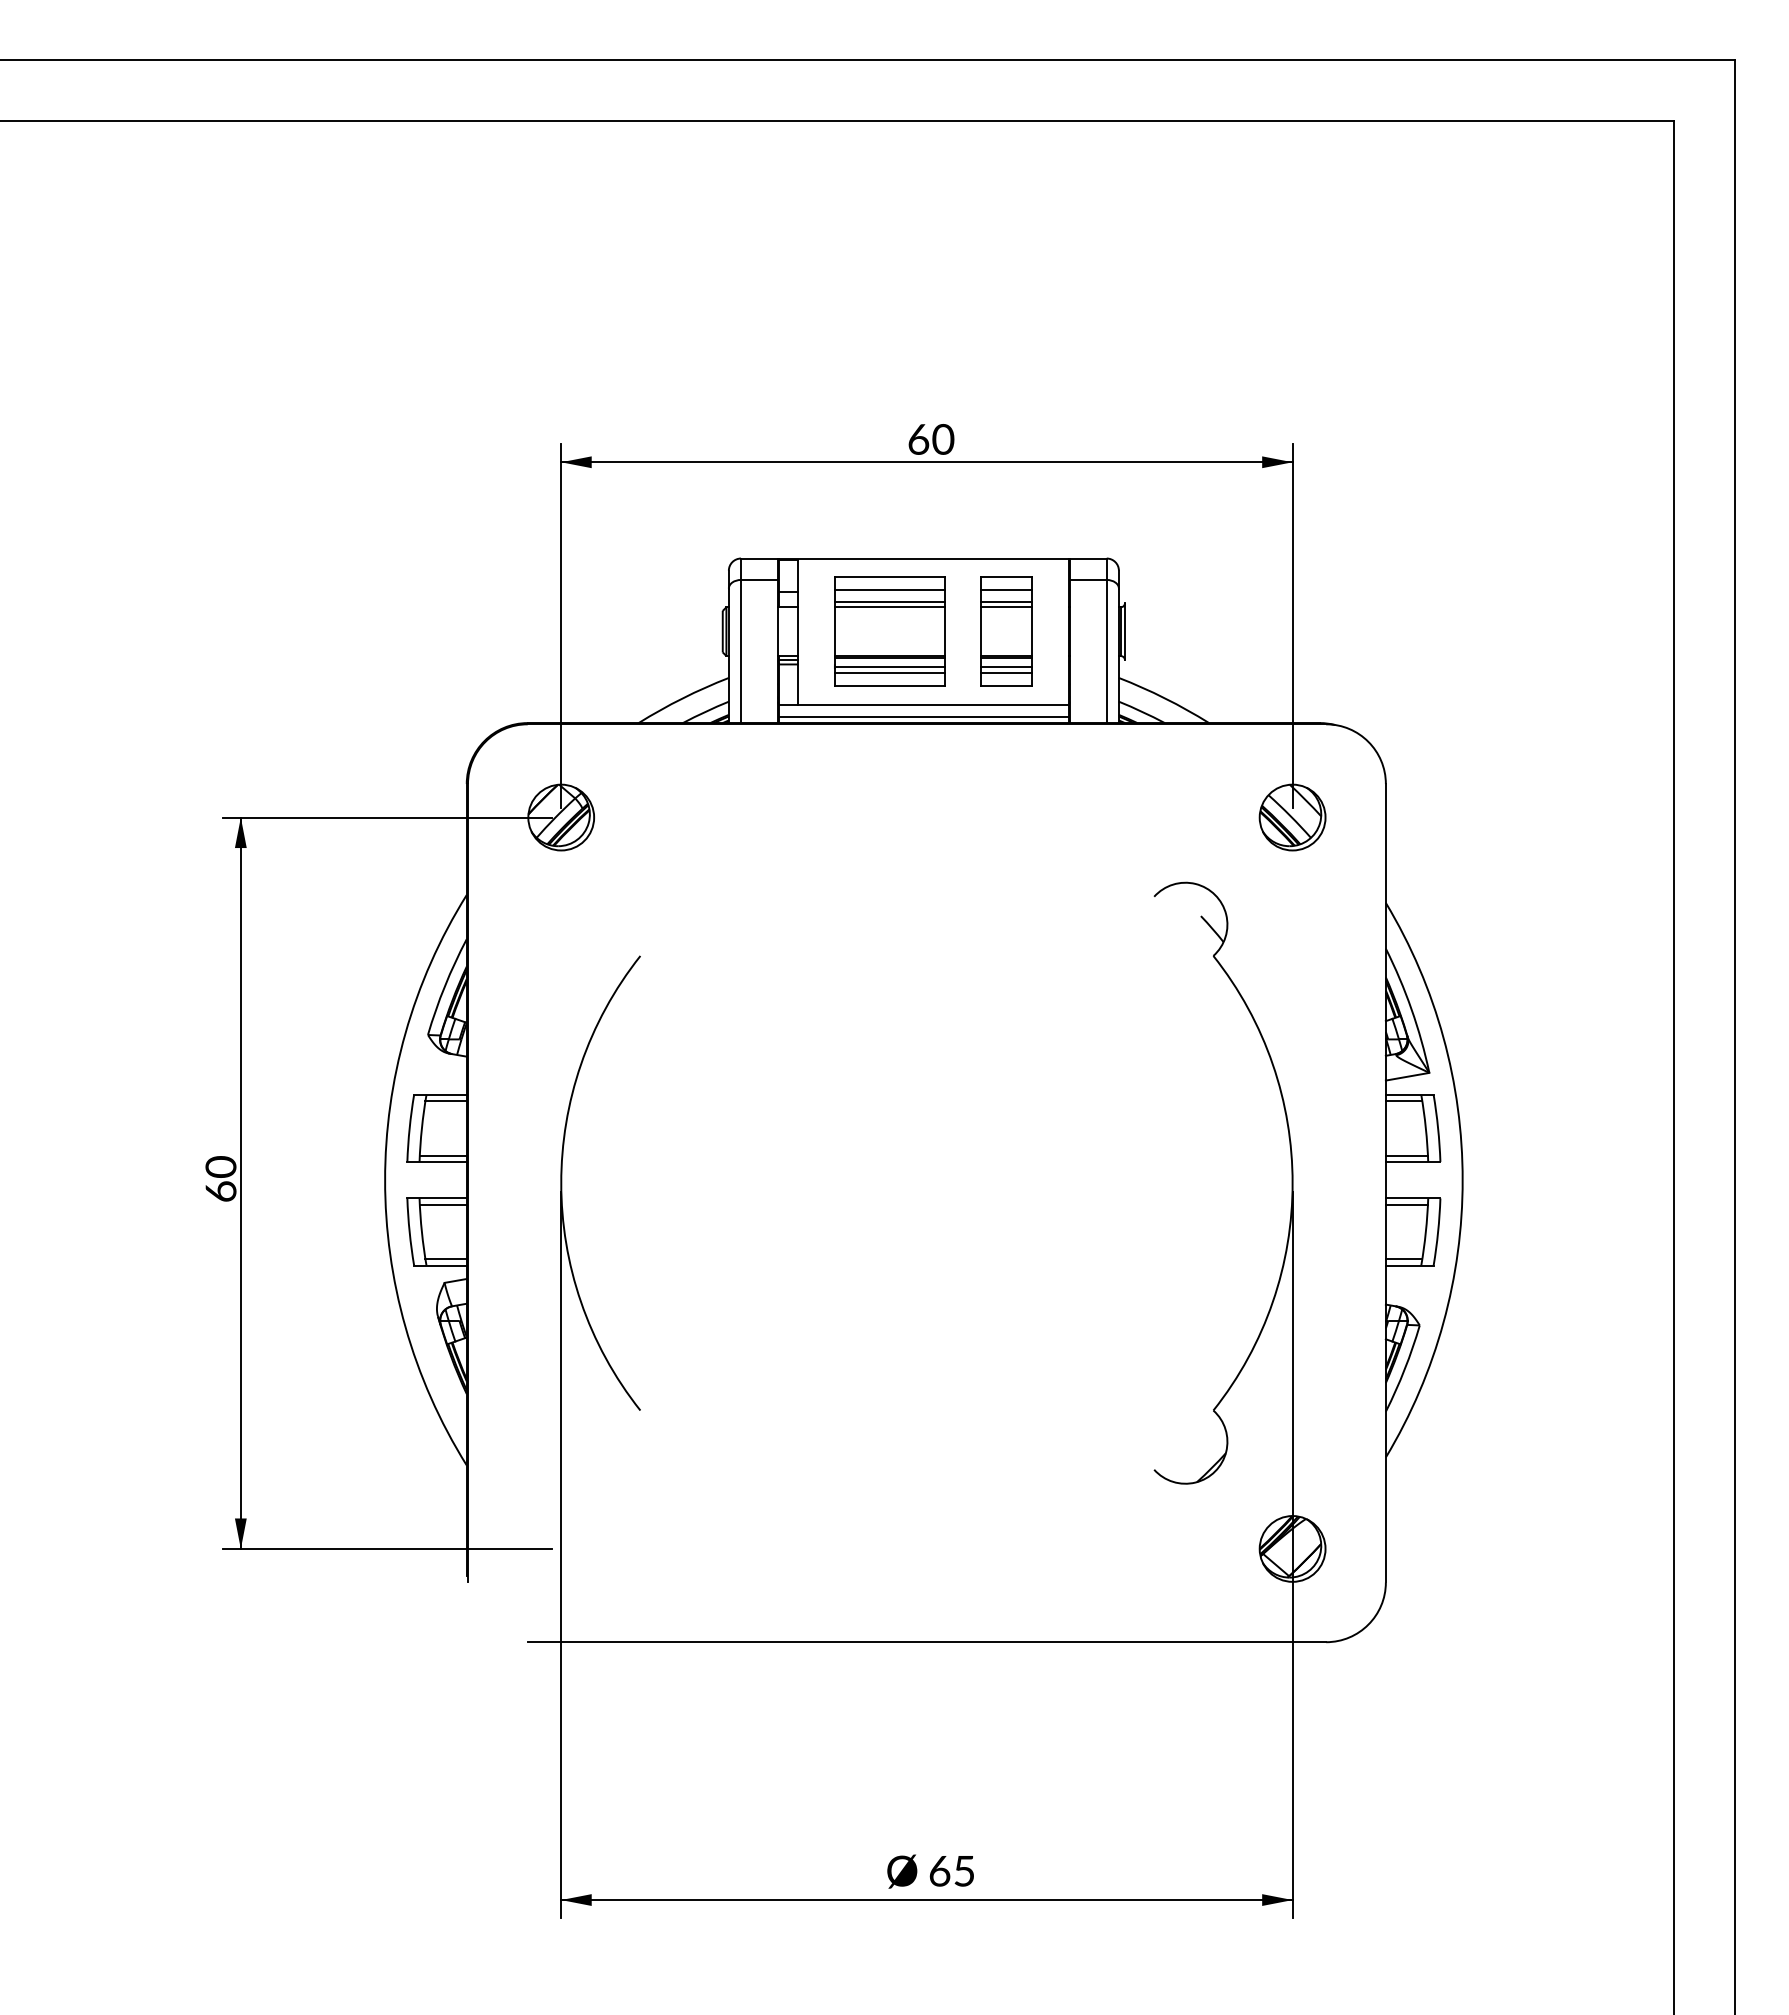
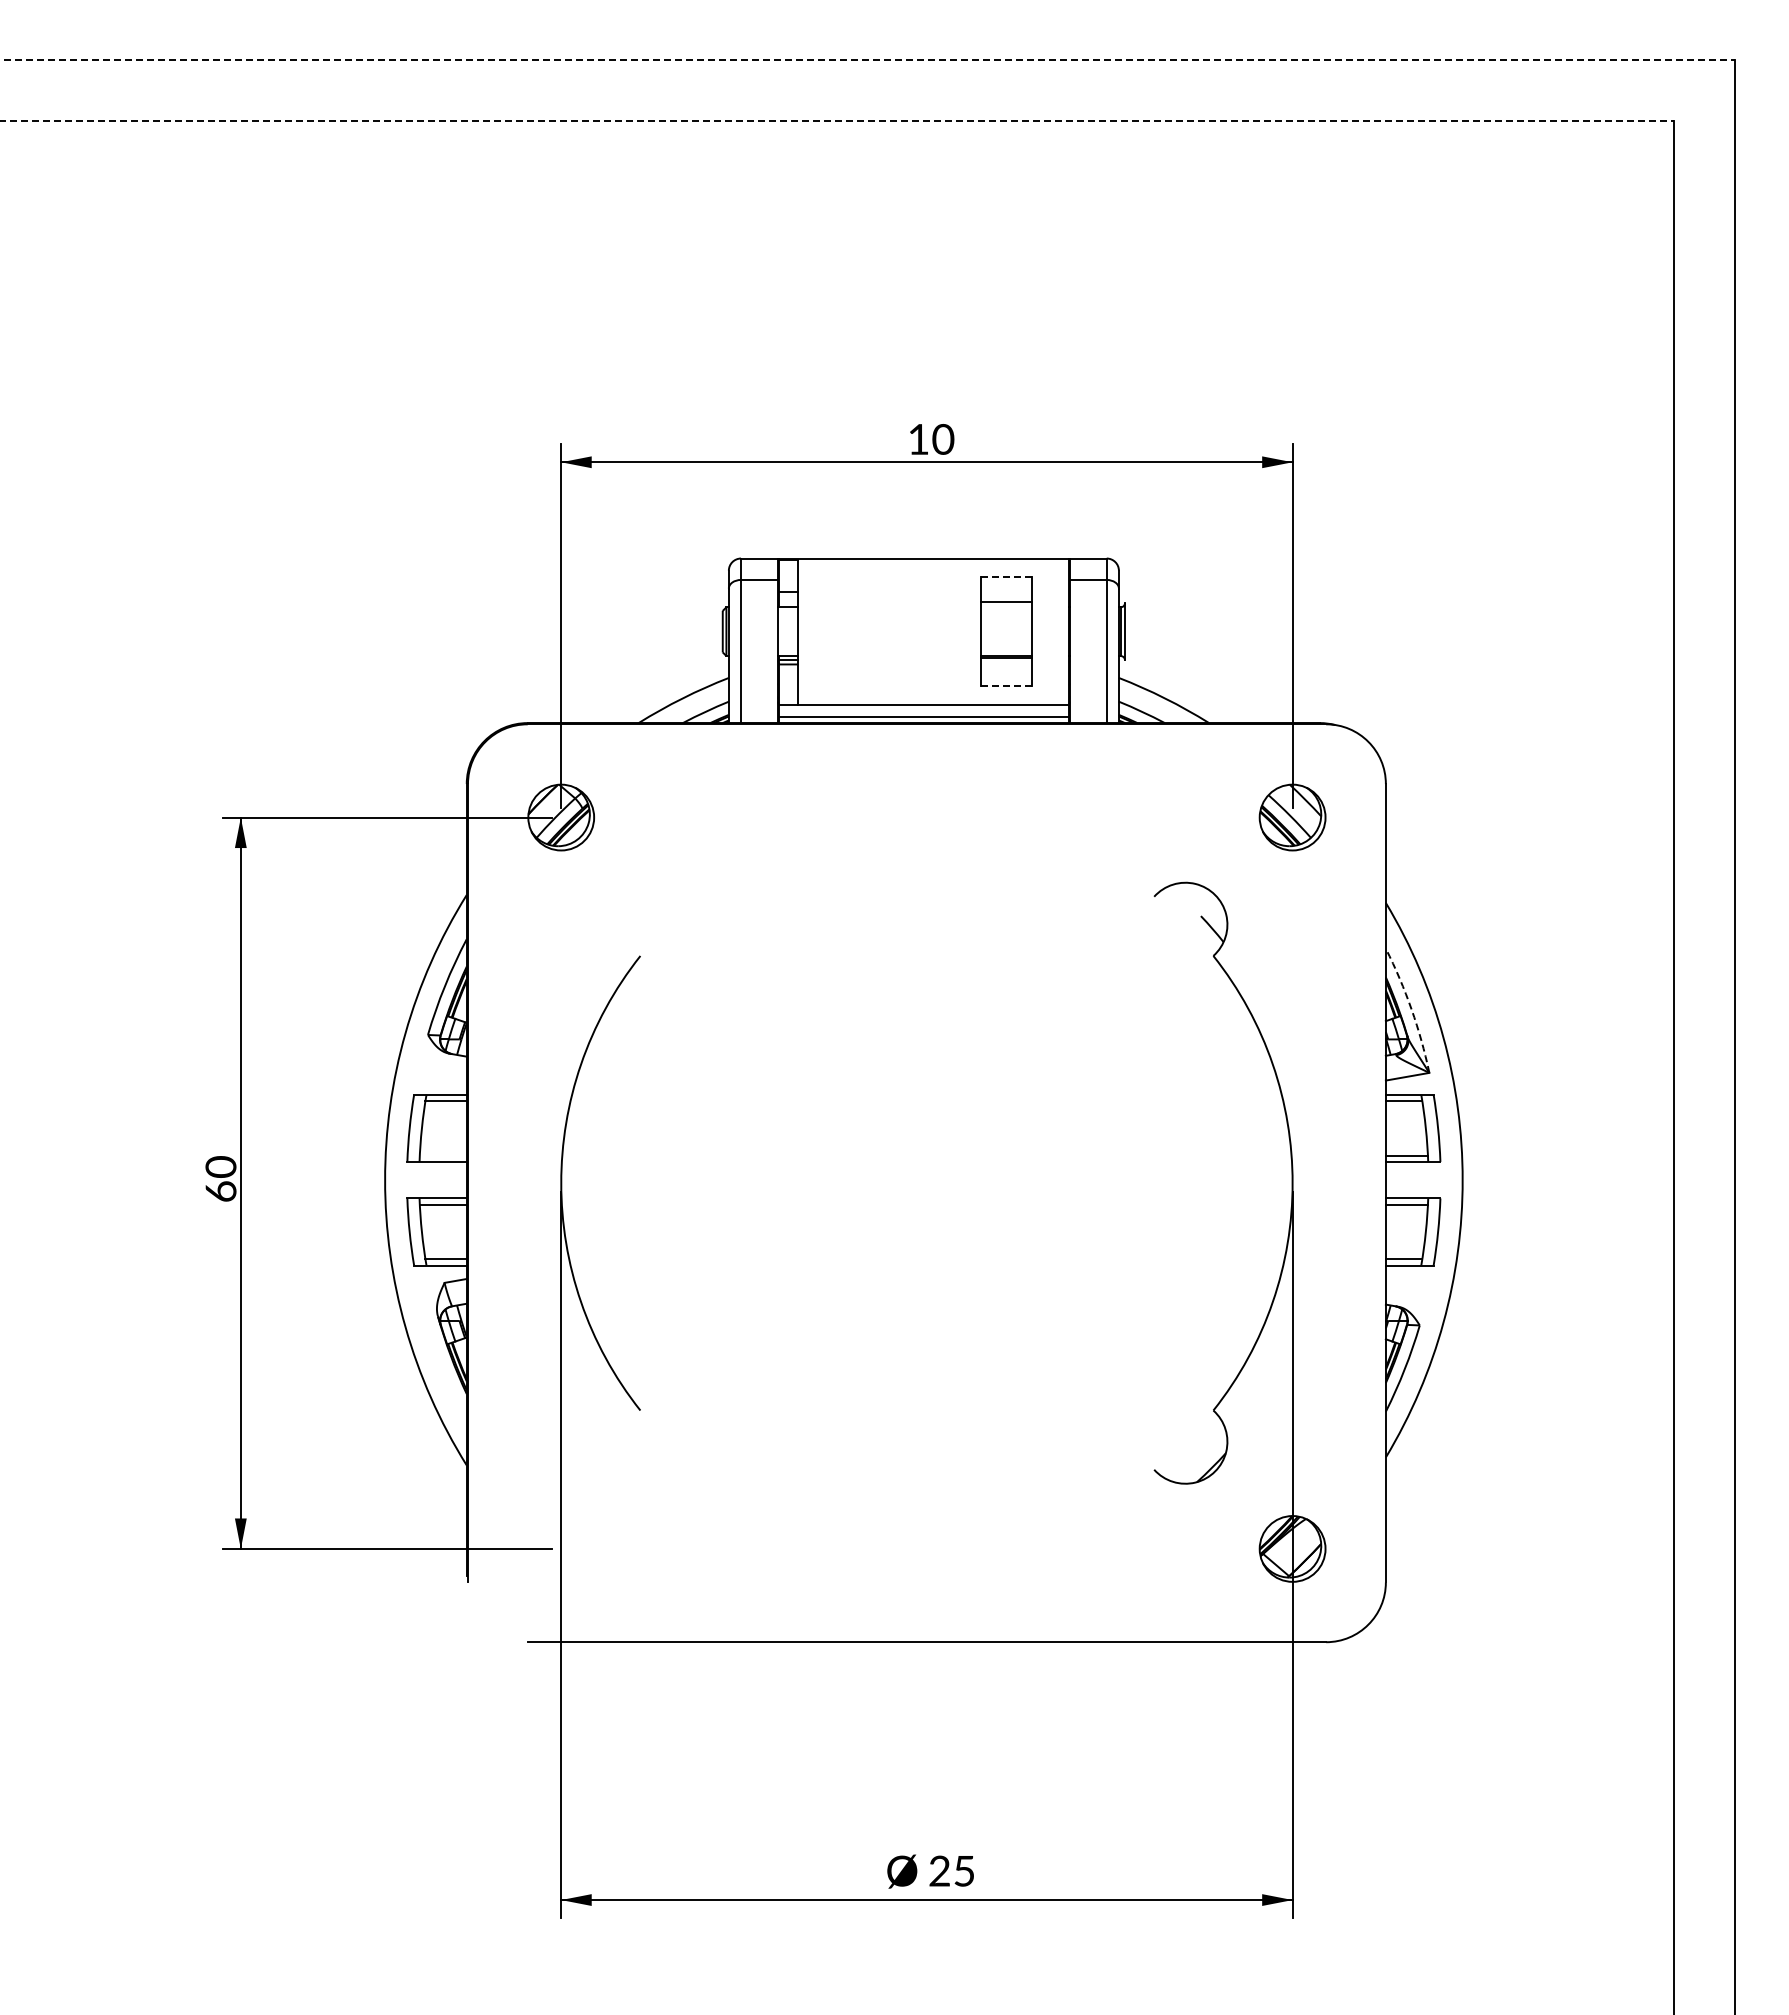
line at (868, 60): solid -> dashed
line at (837, 121): solid -> dashed
text at (918, 439): 60 -> 10
line at (1006, 577): solid -> dashed
line at (1006, 590): present -> none
line at (1006, 607): present -> none
part at (889, 631): present -> none
line at (1006, 667): present -> none
line at (1006, 673): present -> none
line at (1006, 686): solid -> dashed
arc at (1411, 1009): solid -> dashed
line at (442, 1155): present -> none
text at (939, 1870): 65 -> 25
